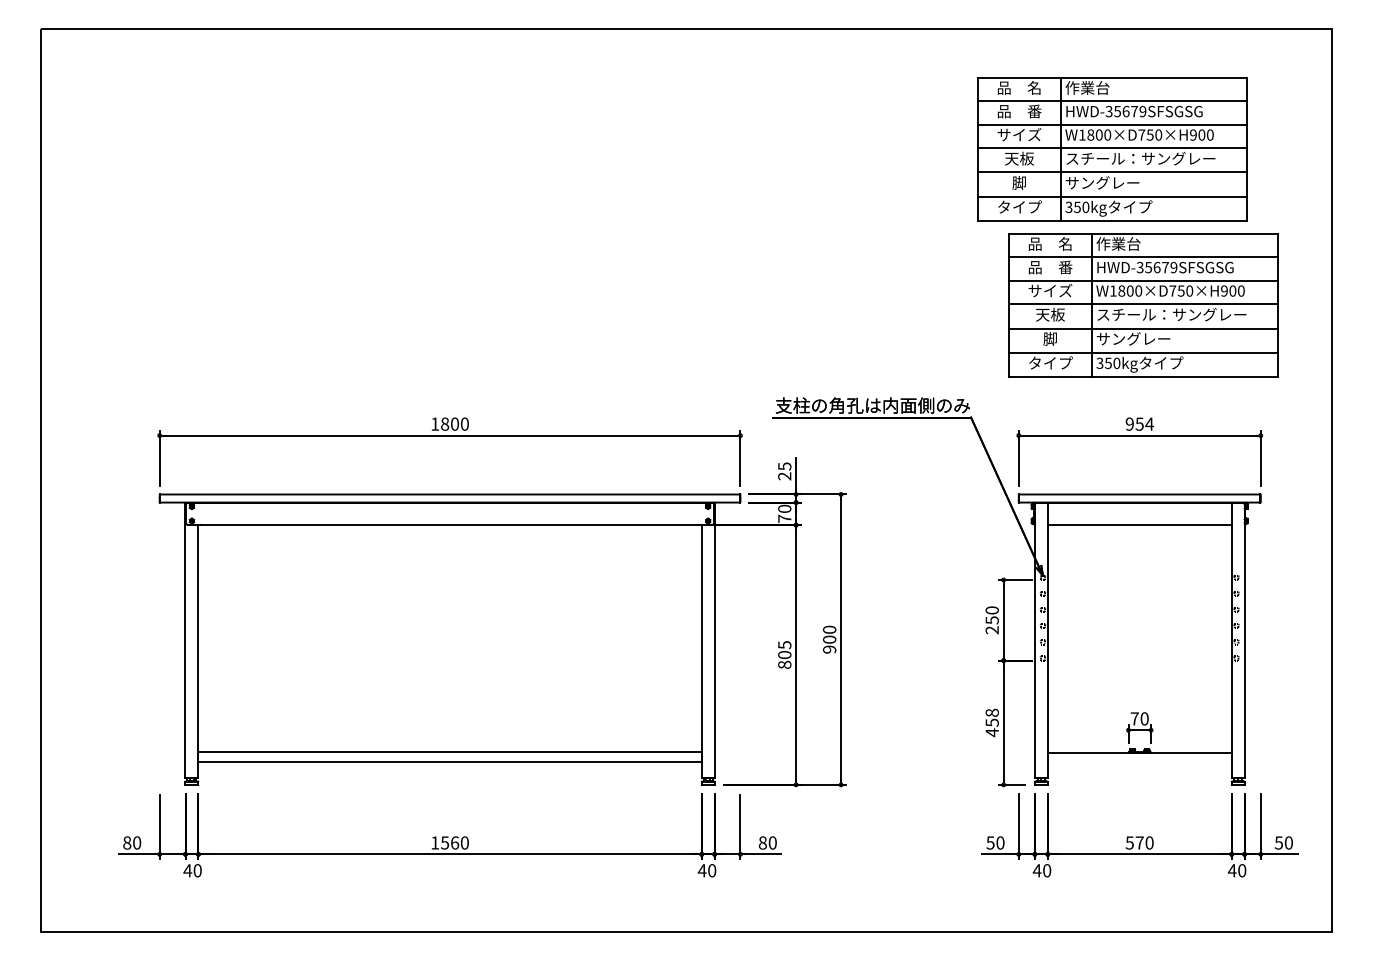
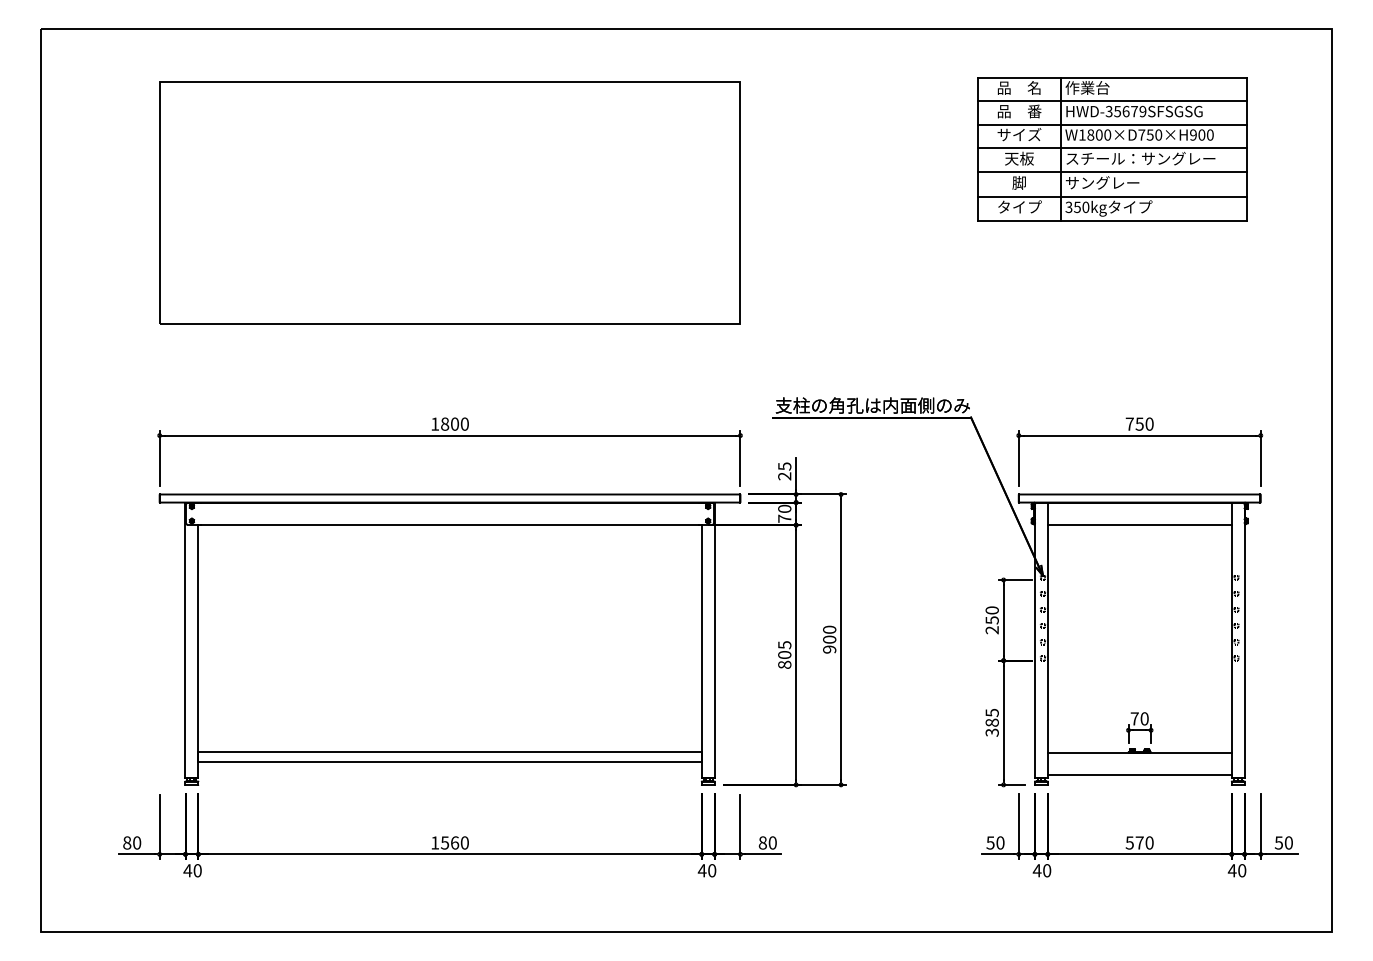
part at (449, 202): none -> present
part at (1143, 305): present -> none
text at (1139, 423): 954 -> 750
text at (991, 722): 458 -> 385
line at (1139, 775): none -> present
